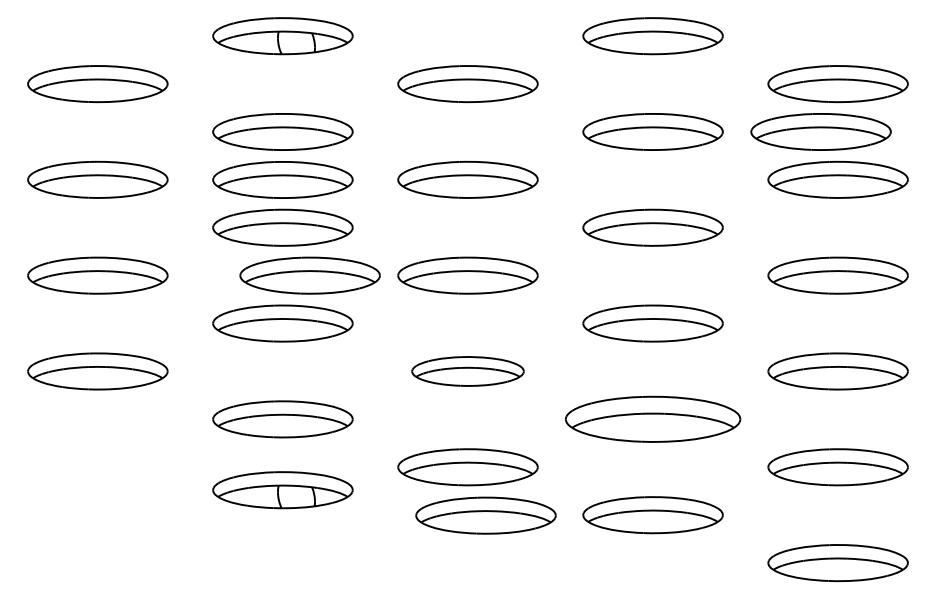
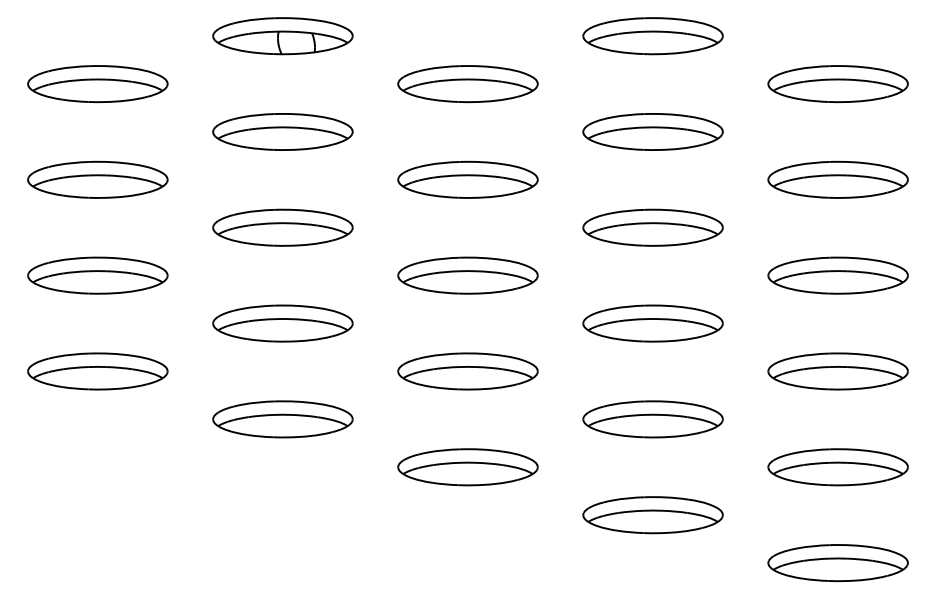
part at (820, 131): present -> none
part at (282, 179): present -> none
part at (309, 275): present -> none
part at (467, 371) size: 114x31 px -> 142x39 px
part at (653, 418) size: 177x48 px -> 142x39 px
part at (282, 490): present -> none
part at (485, 515): present -> none
